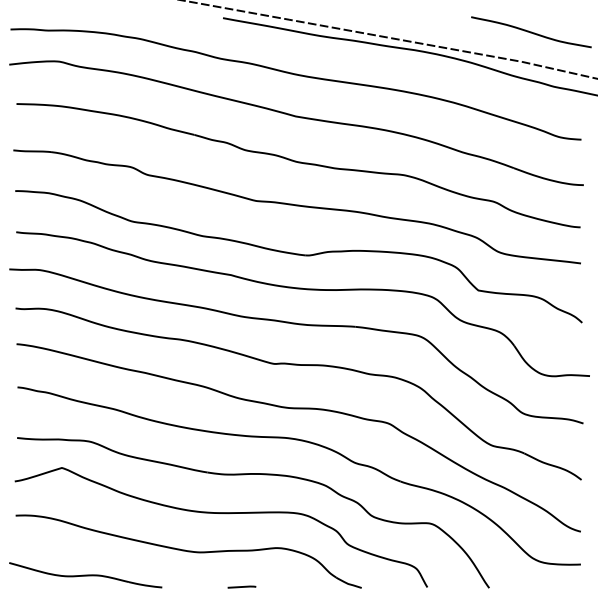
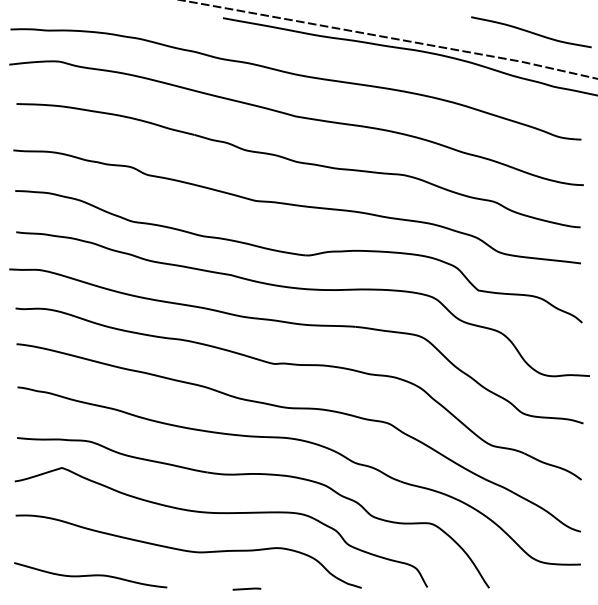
part at (85, 575) position: (85, 575) -> (90, 575)
line at (241, 586) position: (241, 586) -> (246, 588)
